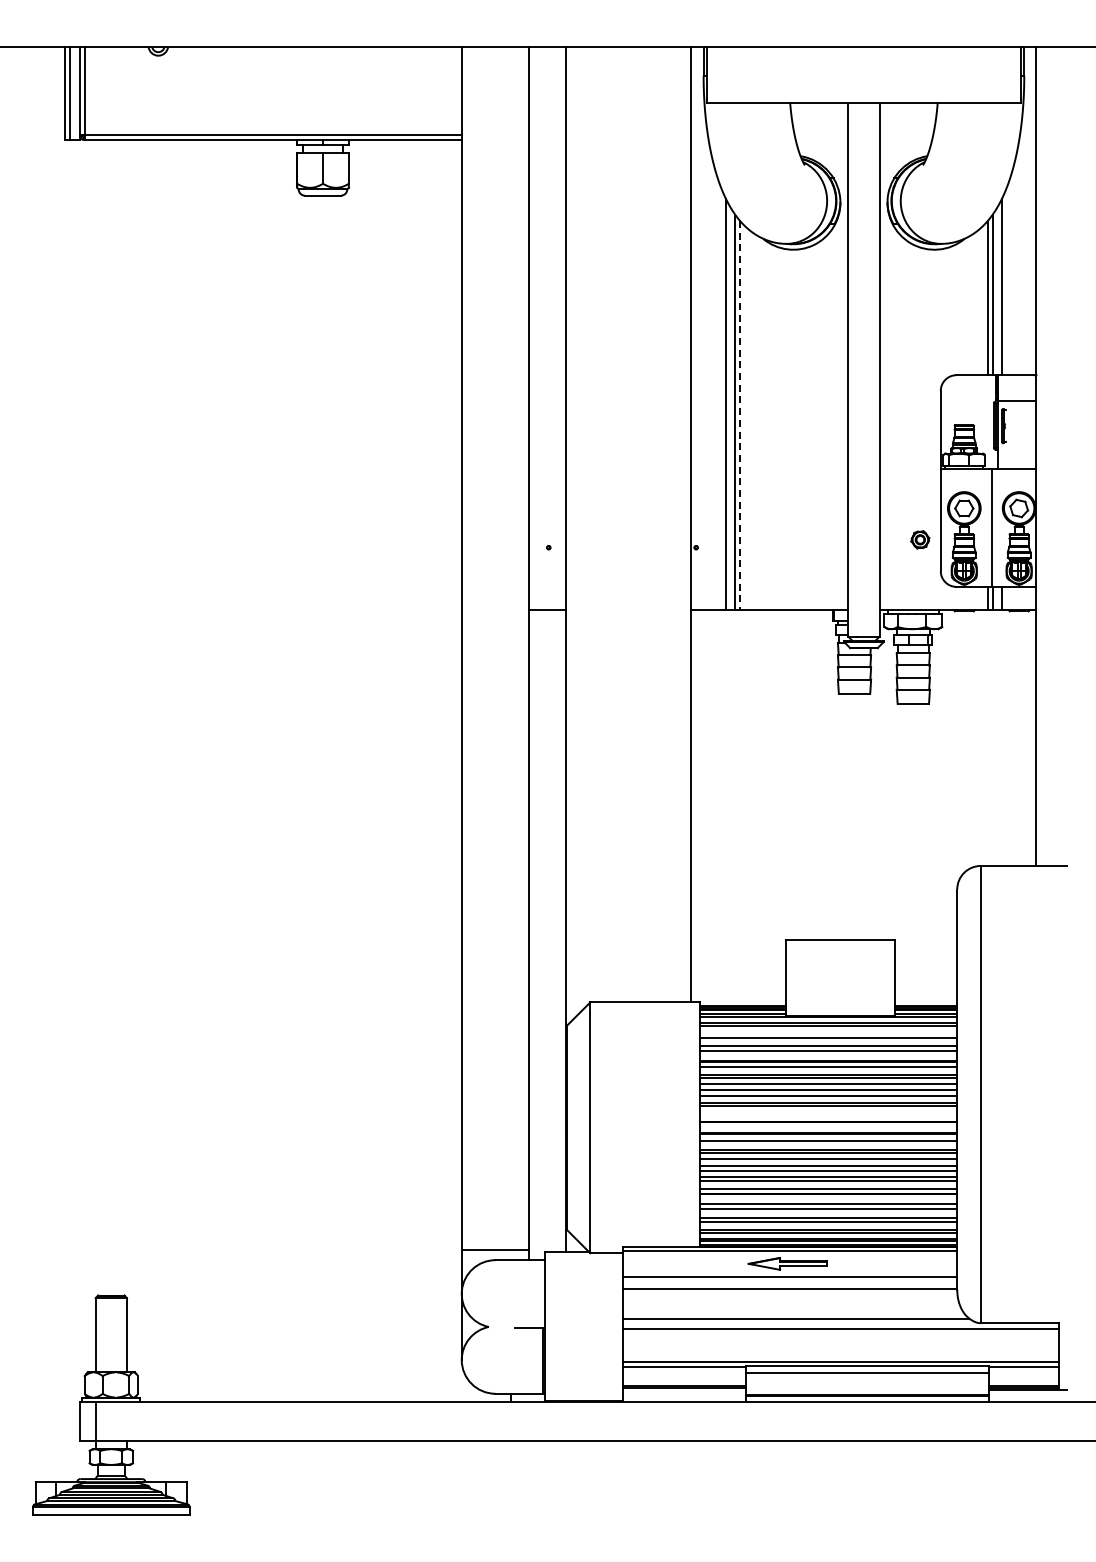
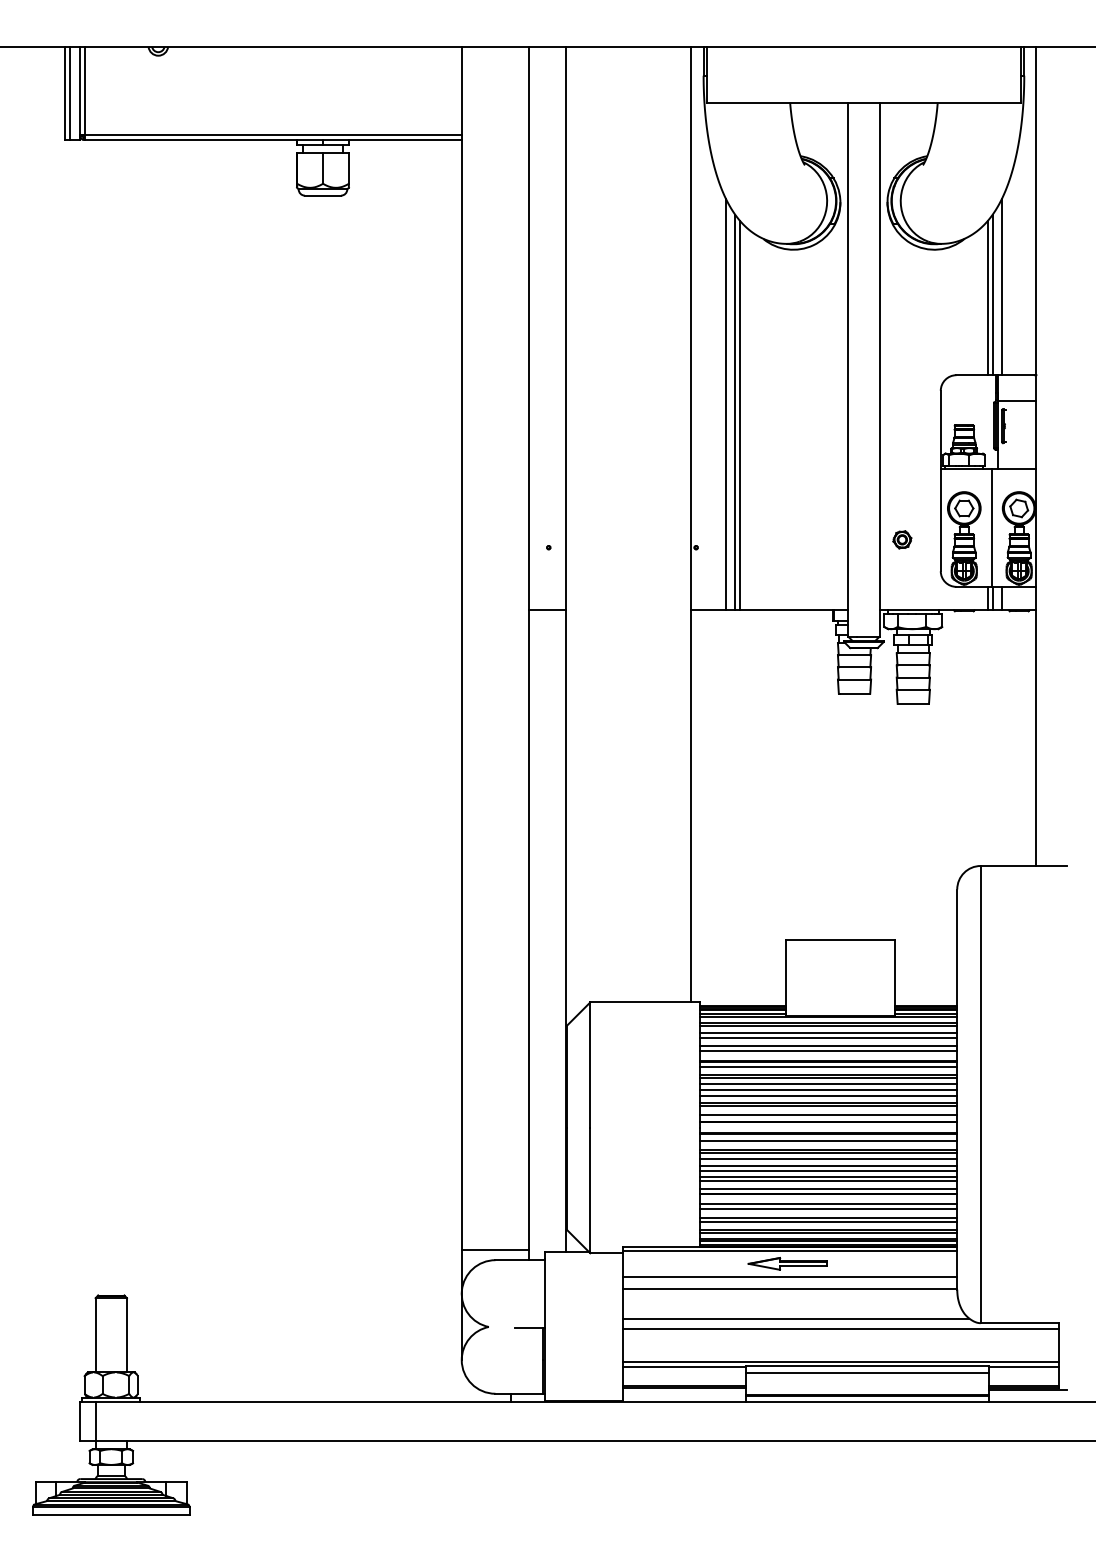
line at (740, 415): dashed -> solid
part at (920, 539) position: (920, 539) -> (902, 539)
line at (828, 1033): none -> present
line at (828, 1115): none -> present
